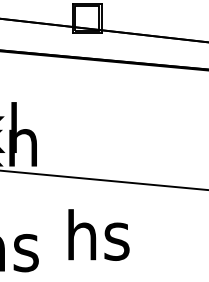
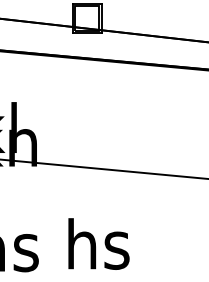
line at (103, 179) position: (103, 179) -> (103, 168)
text at (98, 234) position: (98, 234) -> (98, 243)
